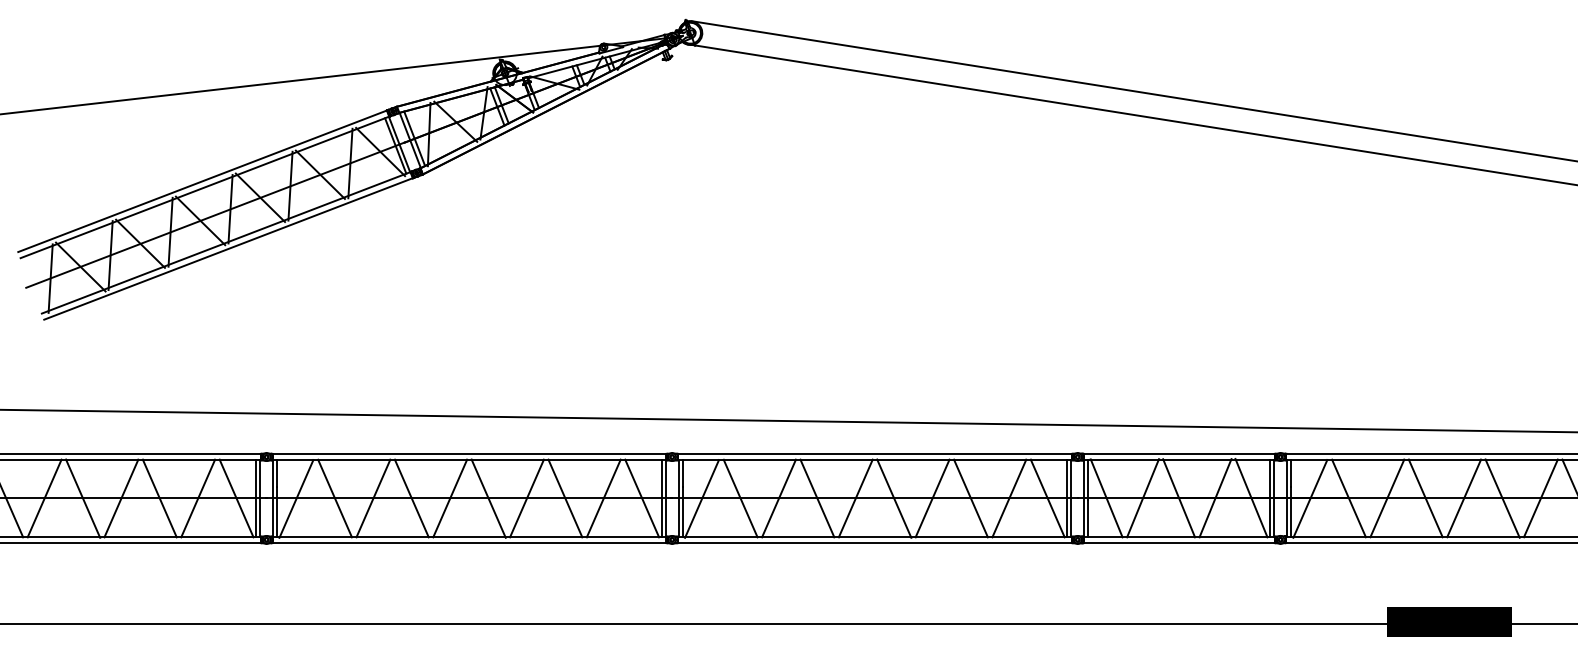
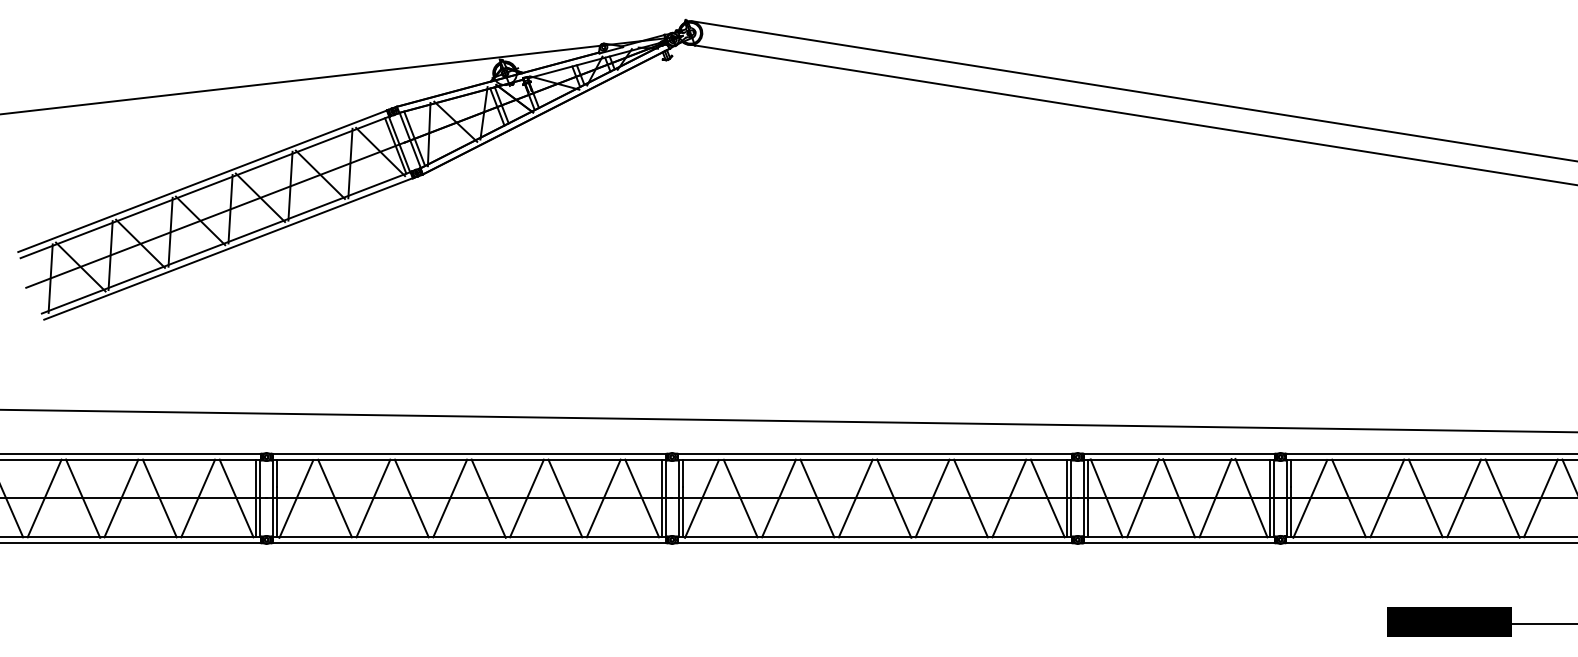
line at (701, 623): present -> none
